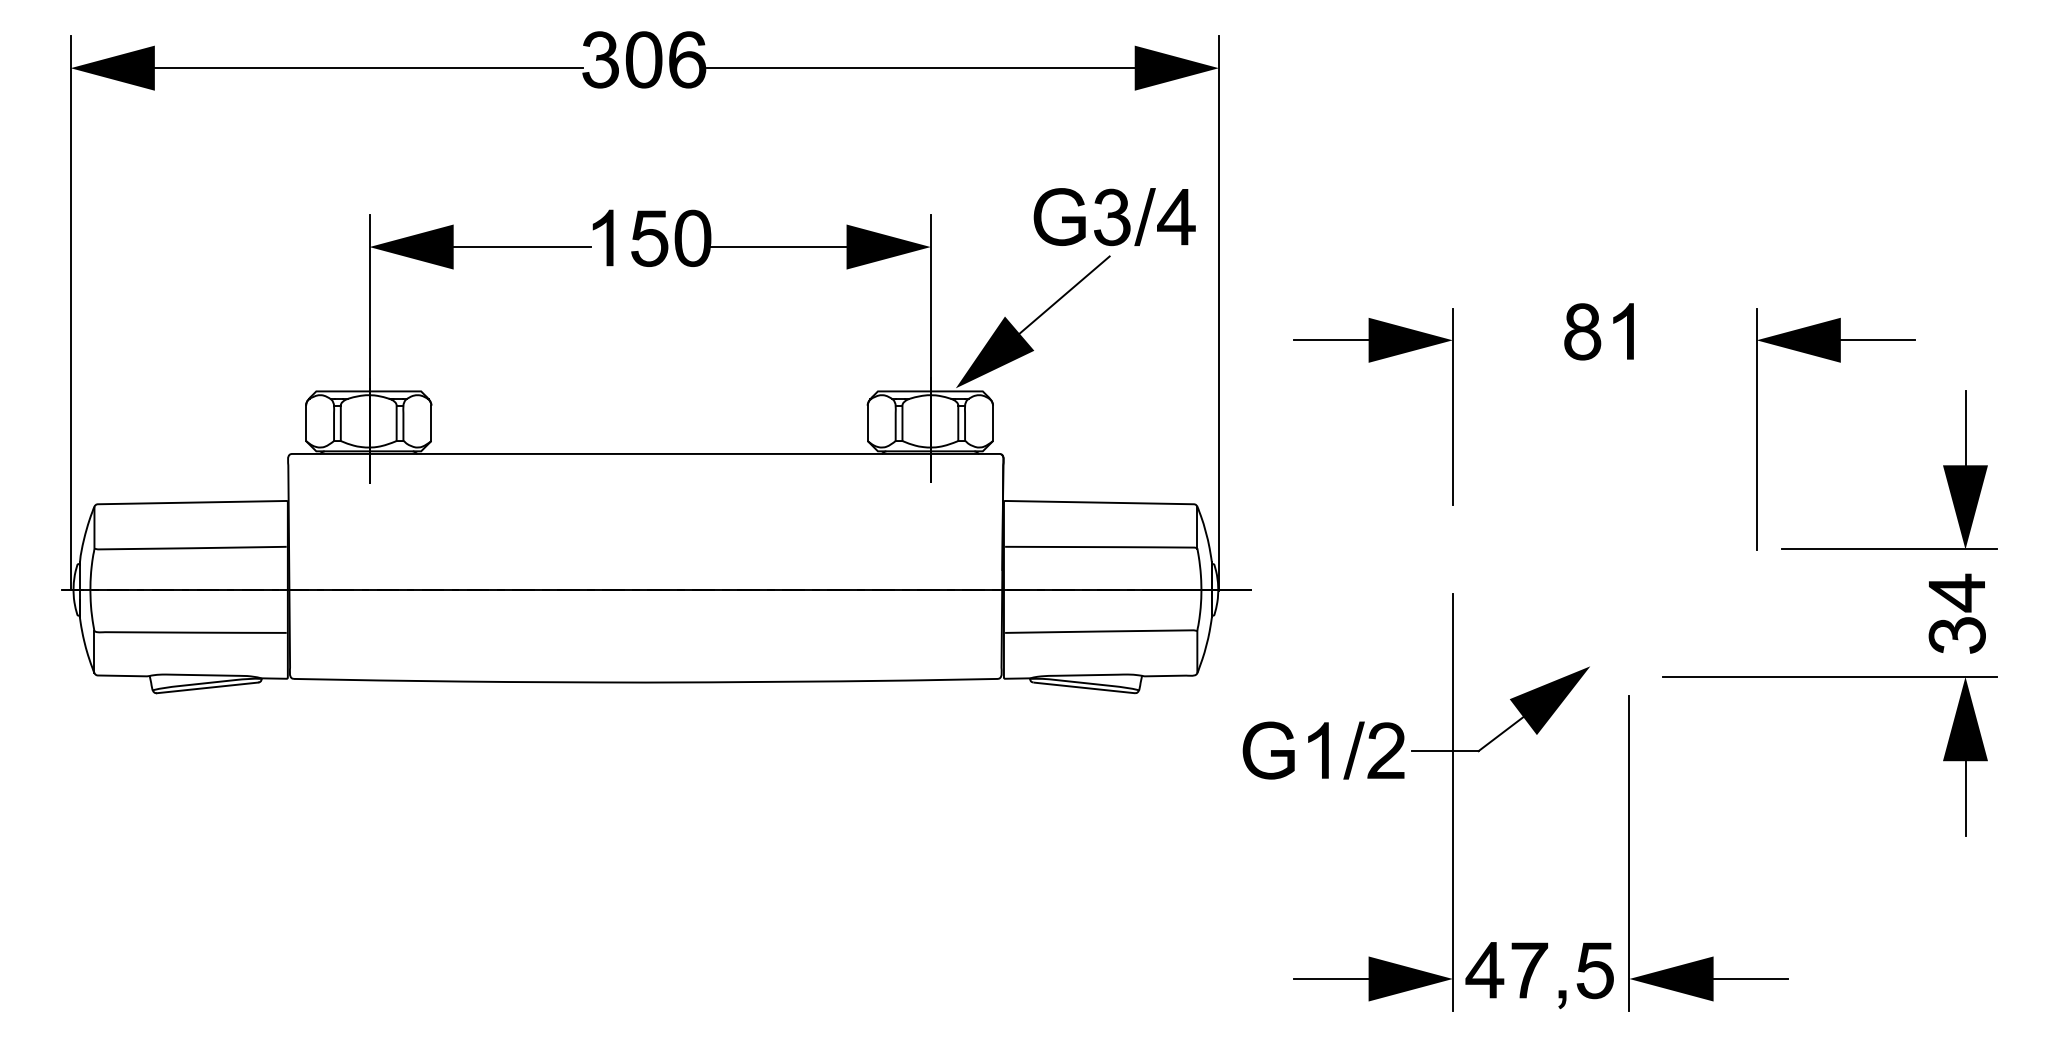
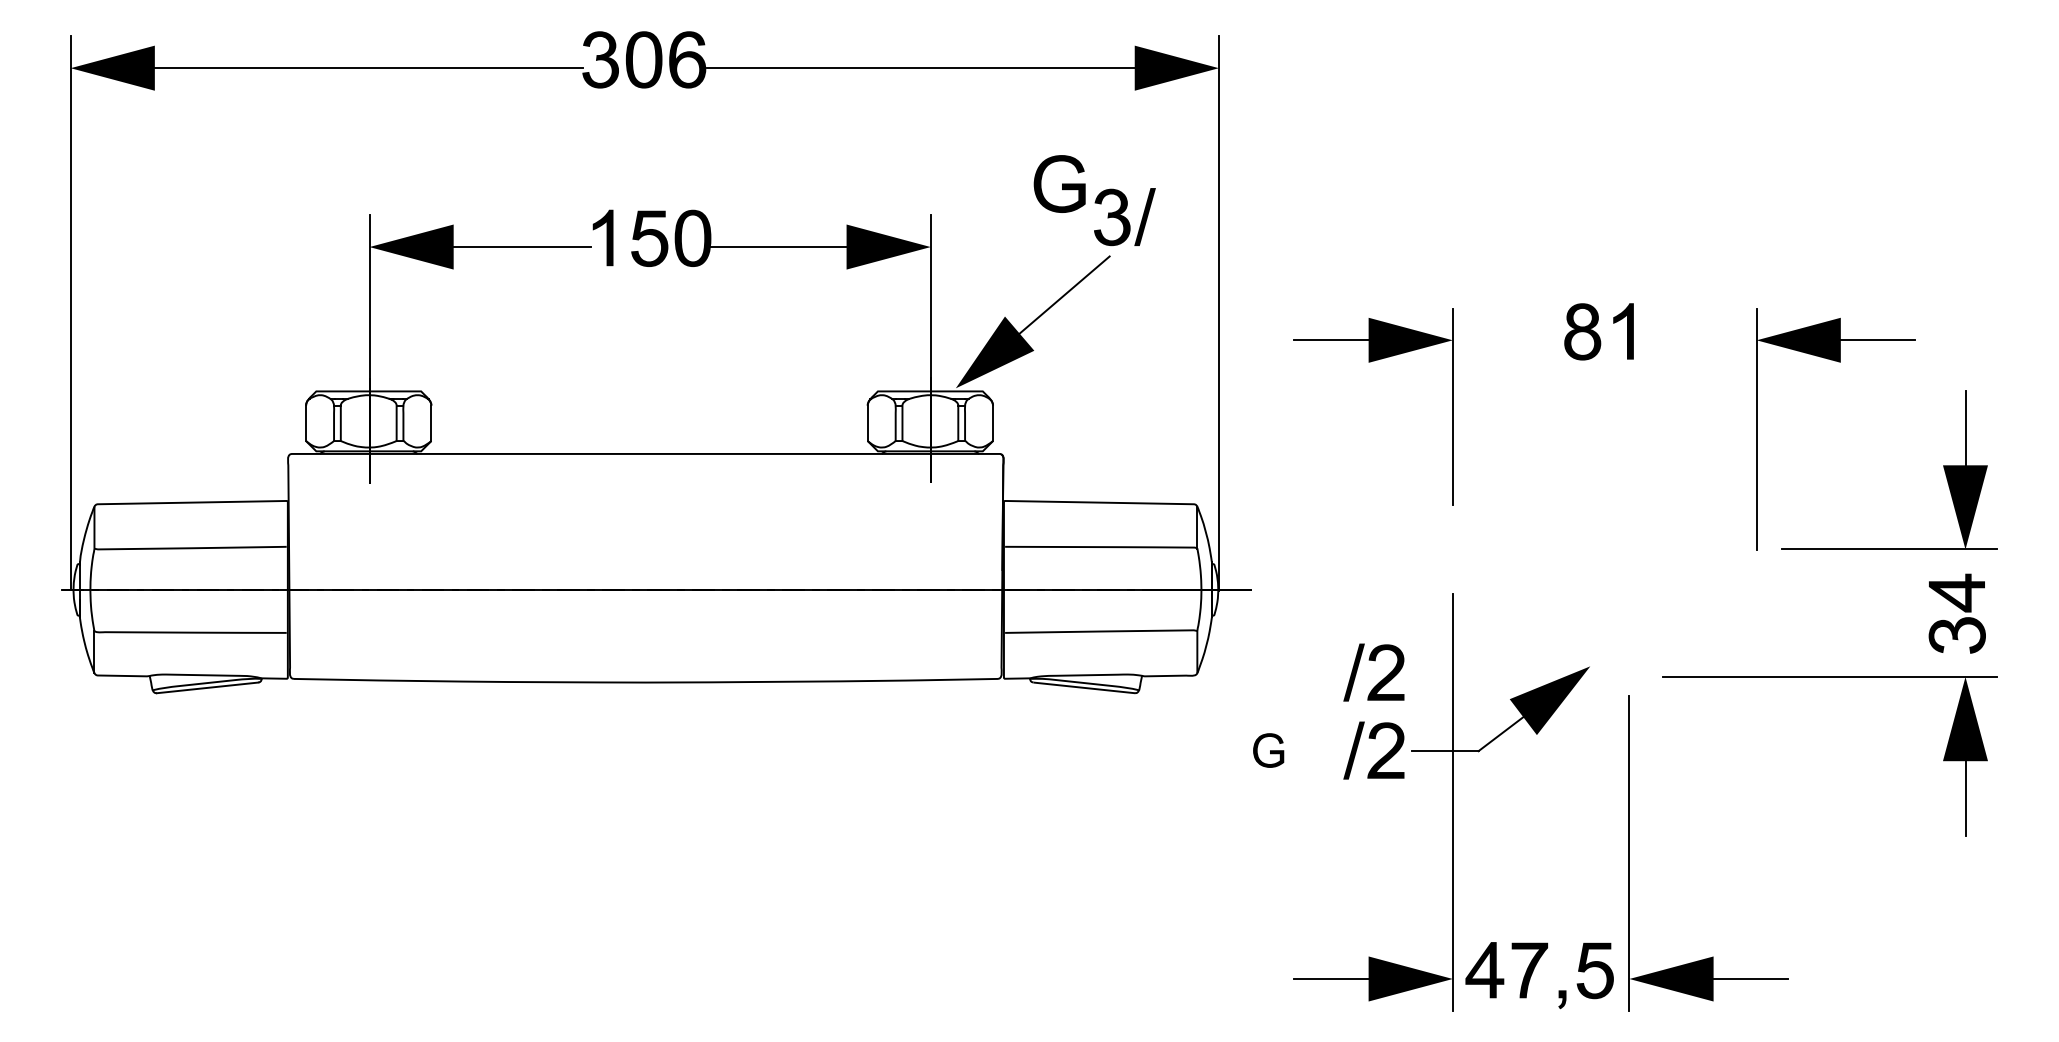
part at (1059, 216) position: (1059, 216) -> (1059, 183)
fill at (1175, 216): present -> none
part at (1380, 680): none -> present
part at (1268, 750) size: 53x59 px -> 32x35 px
fill at (1318, 750): present -> none
